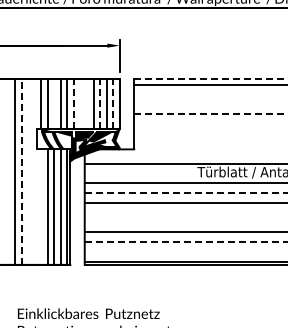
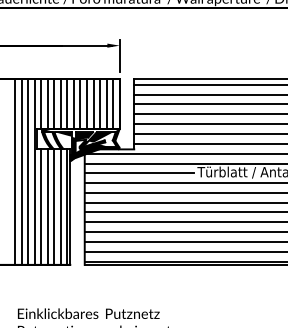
line at (211, 79): dashed -> solid
line at (209, 94): none -> present
line at (54, 103): none -> present
line at (80, 103): none -> present
line at (87, 103): none -> present
line at (73, 104): dashed -> solid
line at (100, 104): dashed -> solid
line at (113, 104): dashed -> solid
line at (209, 104): none -> present
line at (211, 114): dashed -> solid
line at (209, 124): none -> present
line at (209, 133): none -> present
line at (209, 143): none -> present
line at (184, 153): none -> present
line at (28, 171): none -> present
line at (34, 171): none -> present
line at (21, 172): dashed -> solid
line at (138, 173): none -> present
line at (186, 192): dashed -> solid
line at (41, 206): none -> present
line at (184, 212): none -> present
line at (184, 222): none -> present
line at (186, 241): dashed -> solid
line at (184, 251): none -> present
